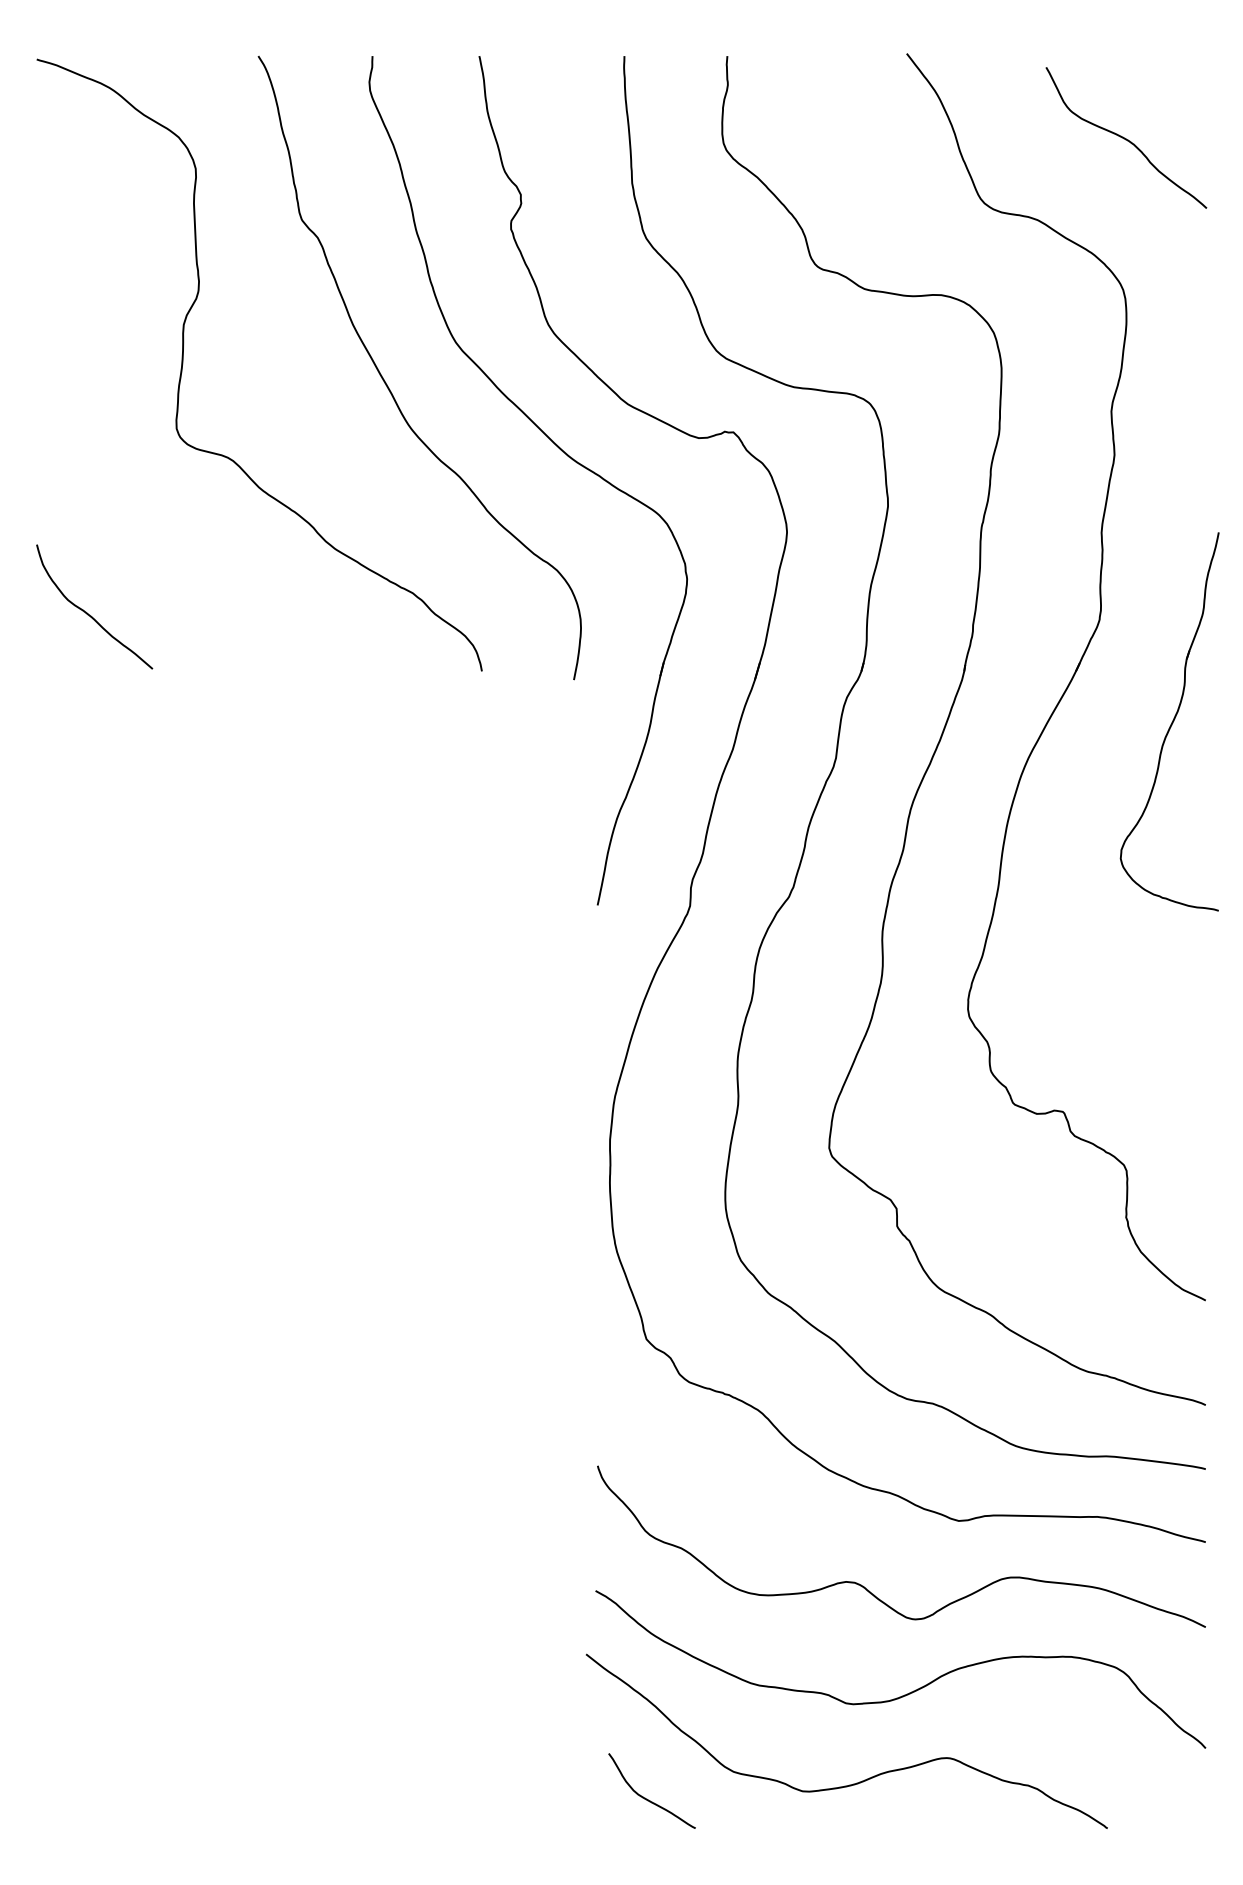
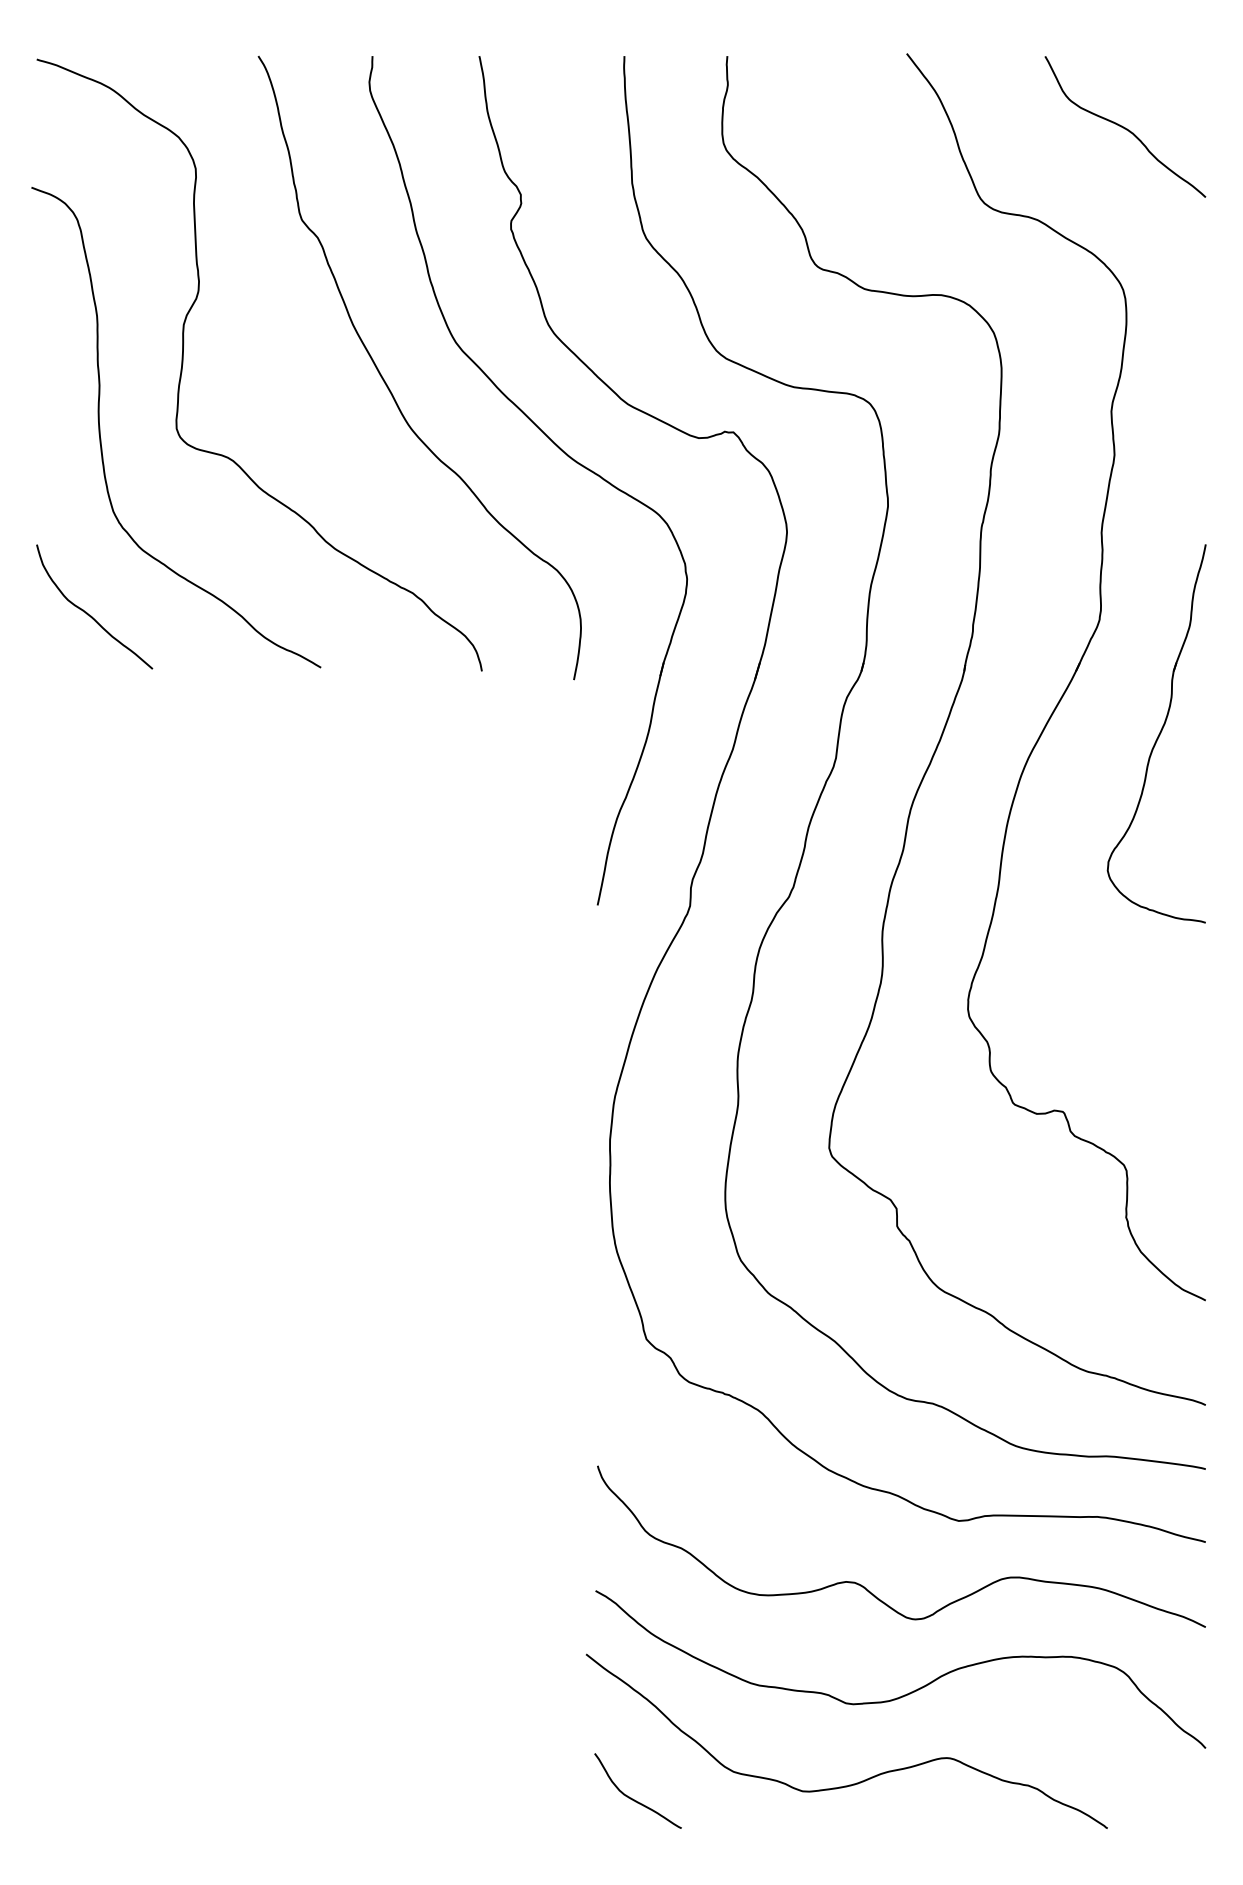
curve at (1126, 138) position: (1126, 138) -> (1125, 127)
curve at (101, 438): none -> present
part at (1169, 721) position: (1169, 721) -> (1156, 733)
curve at (645, 1797) position: (645, 1797) -> (631, 1797)
